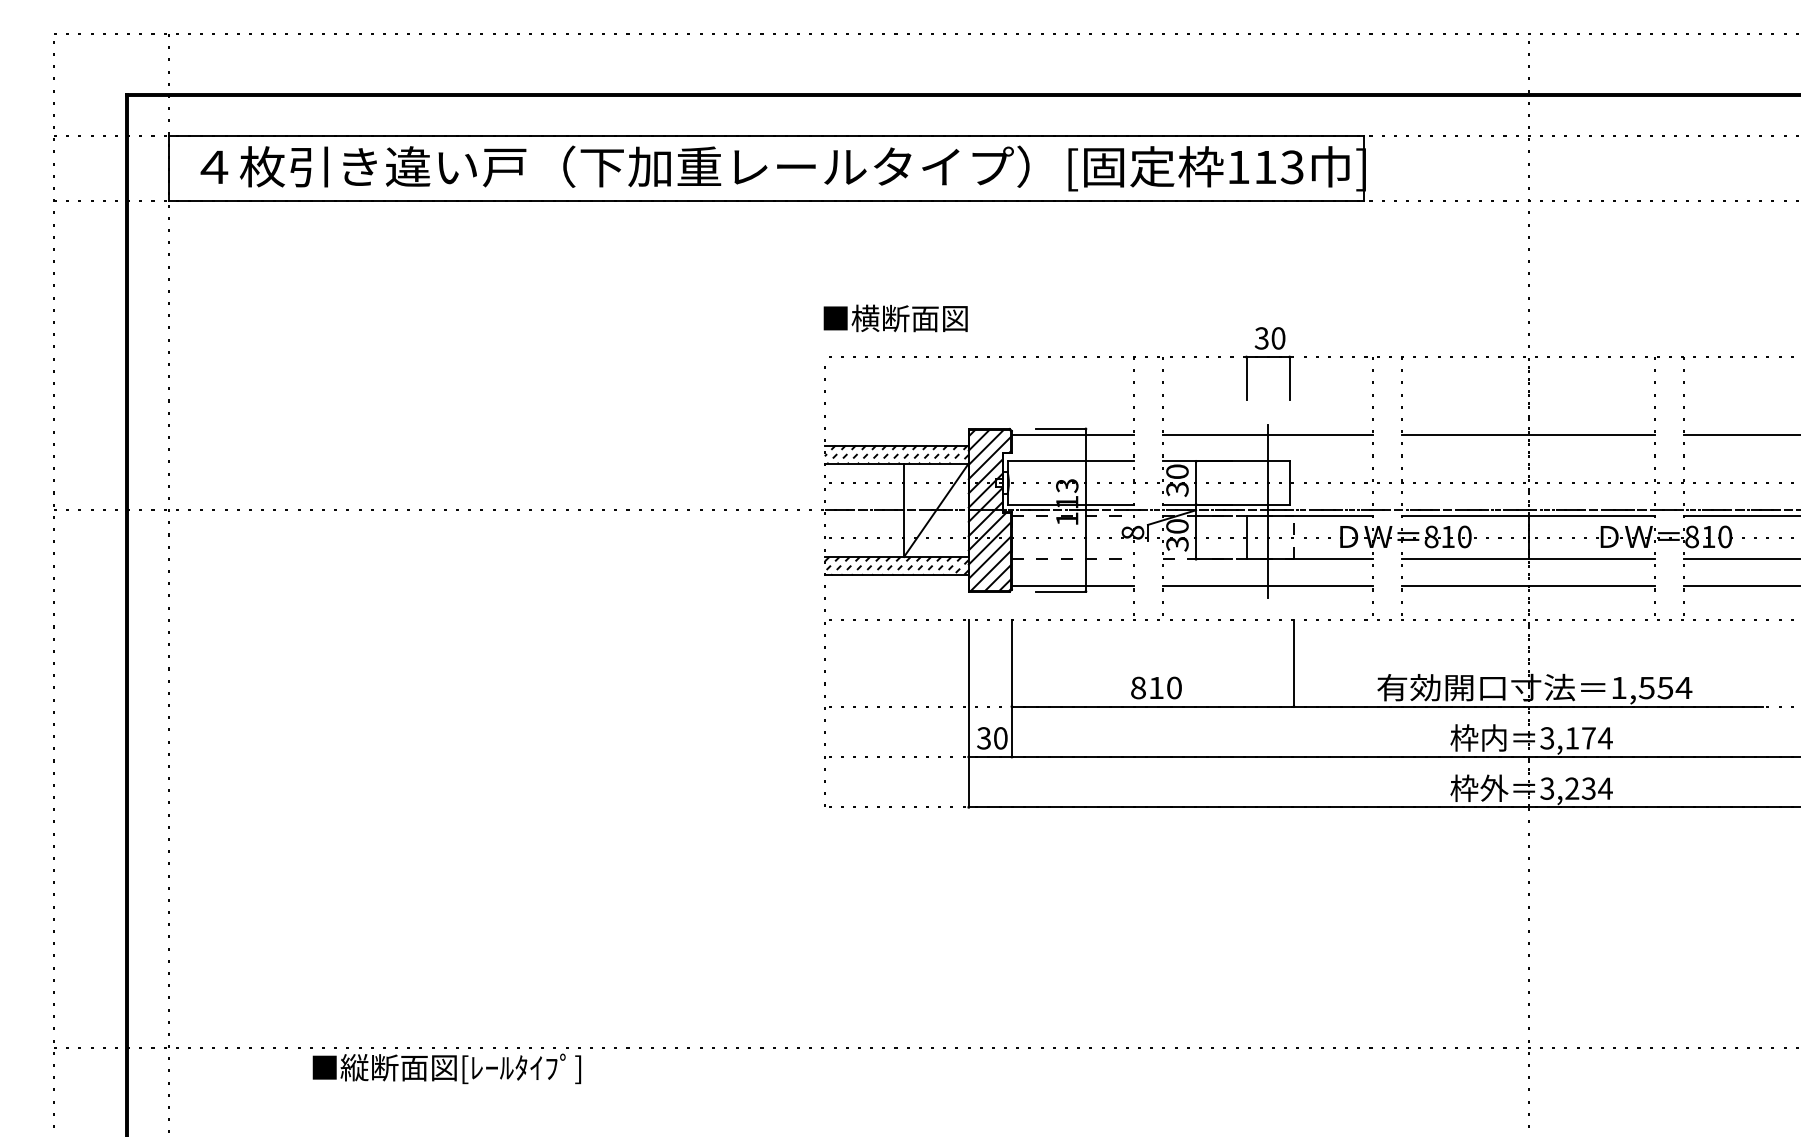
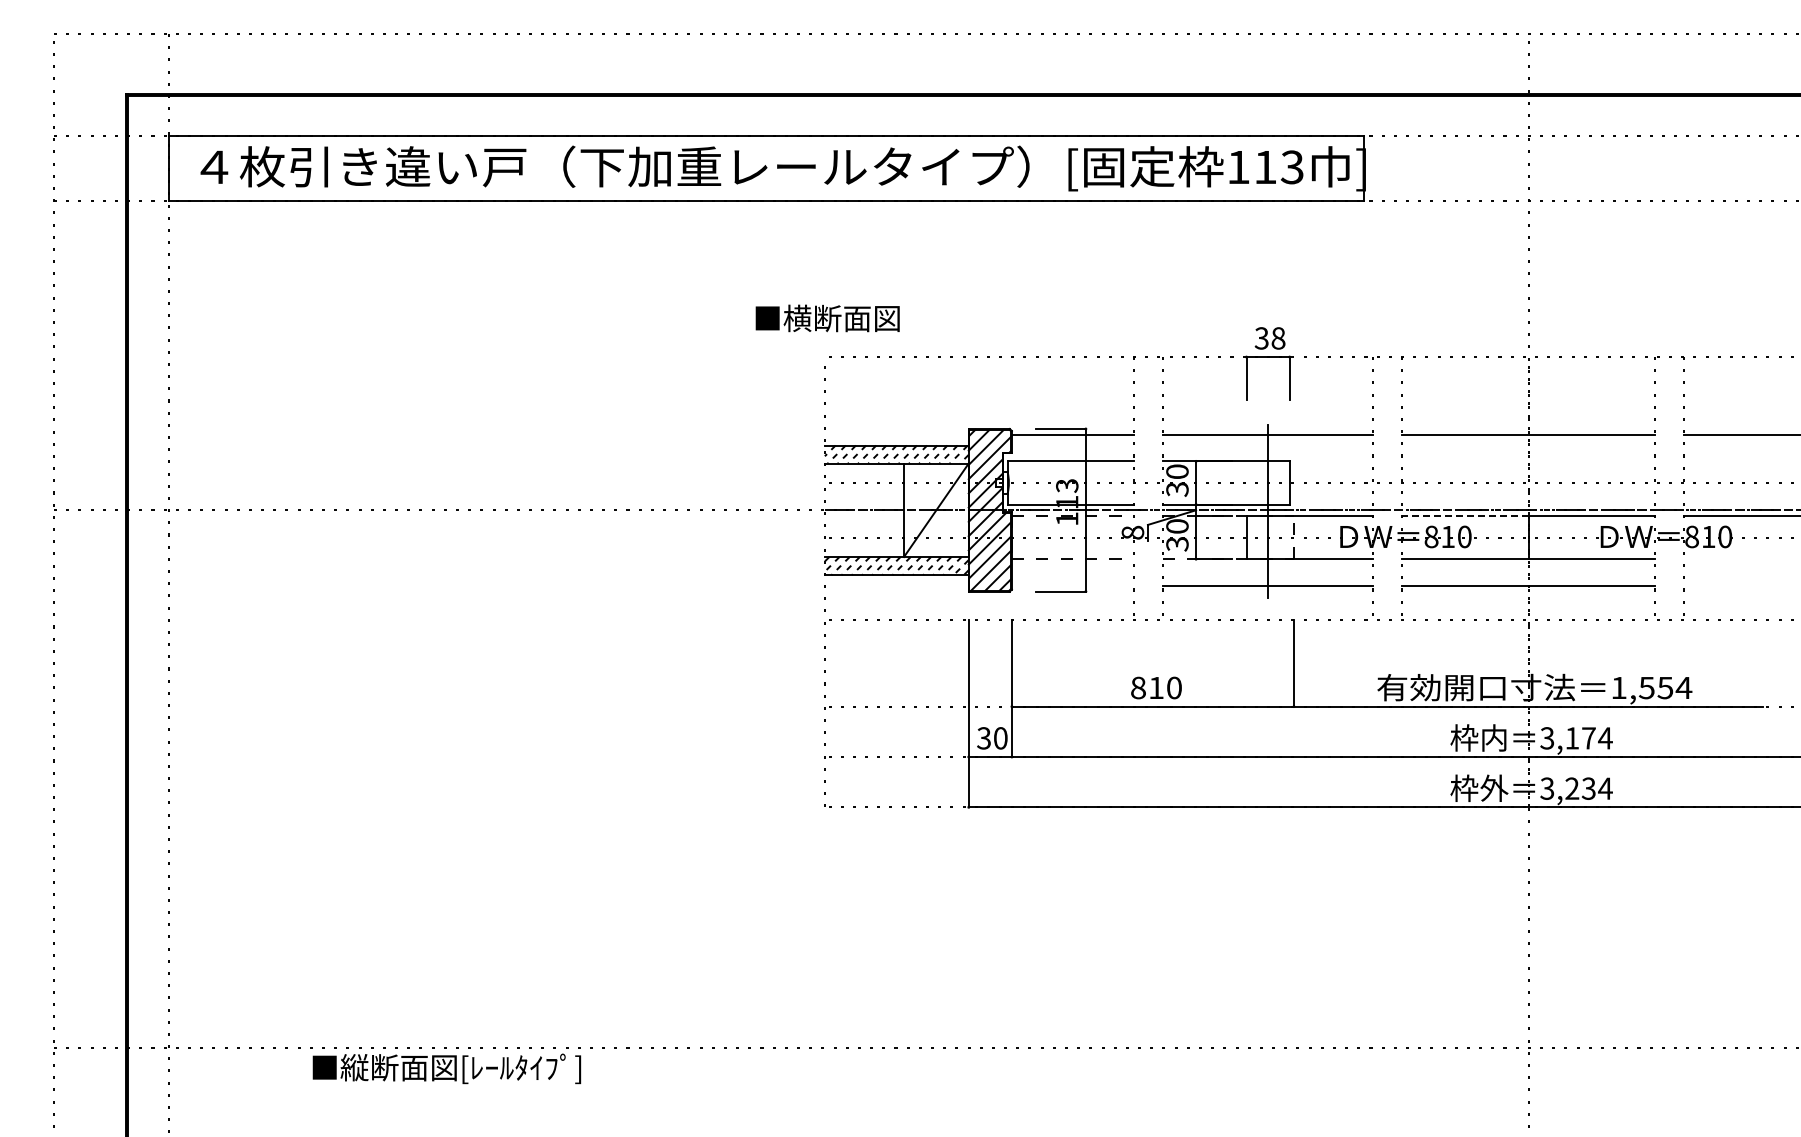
text at (895, 318) position: (895, 318) -> (827, 318)
text at (1278, 338): 30 -> 38
line at (1464, 516): solid -> dashed
line at (1740, 559): present -> none
line at (1072, 585): present -> none
line at (1740, 585): present -> none
